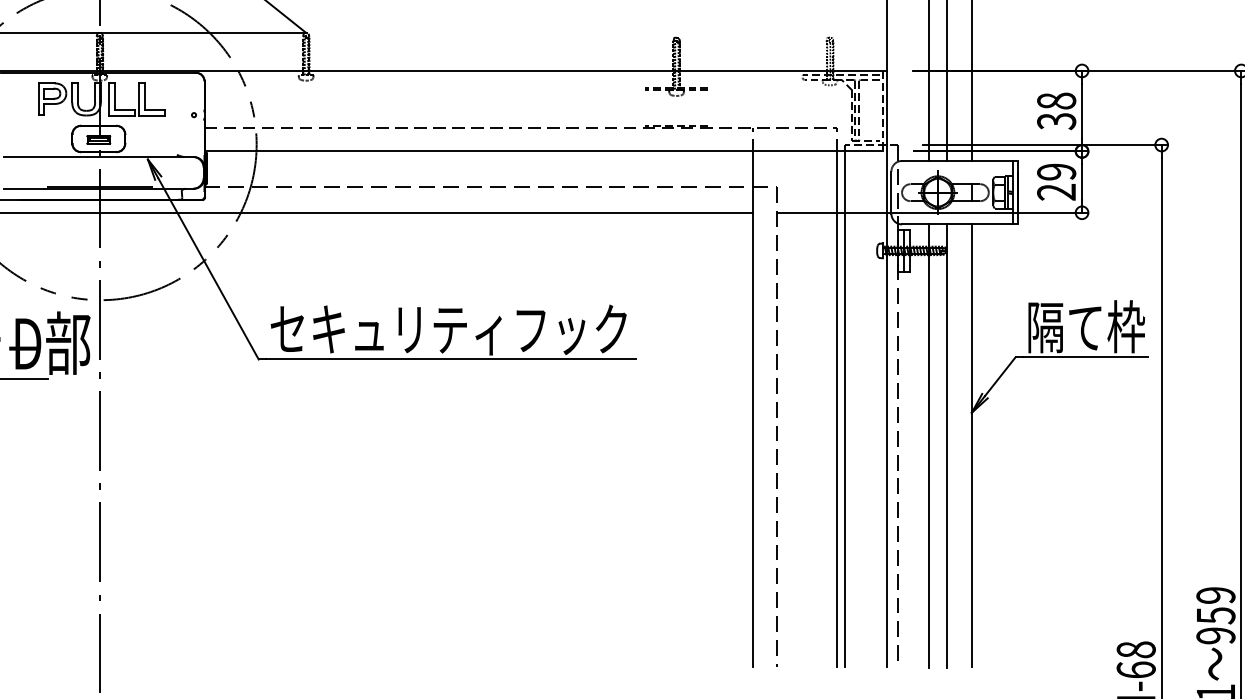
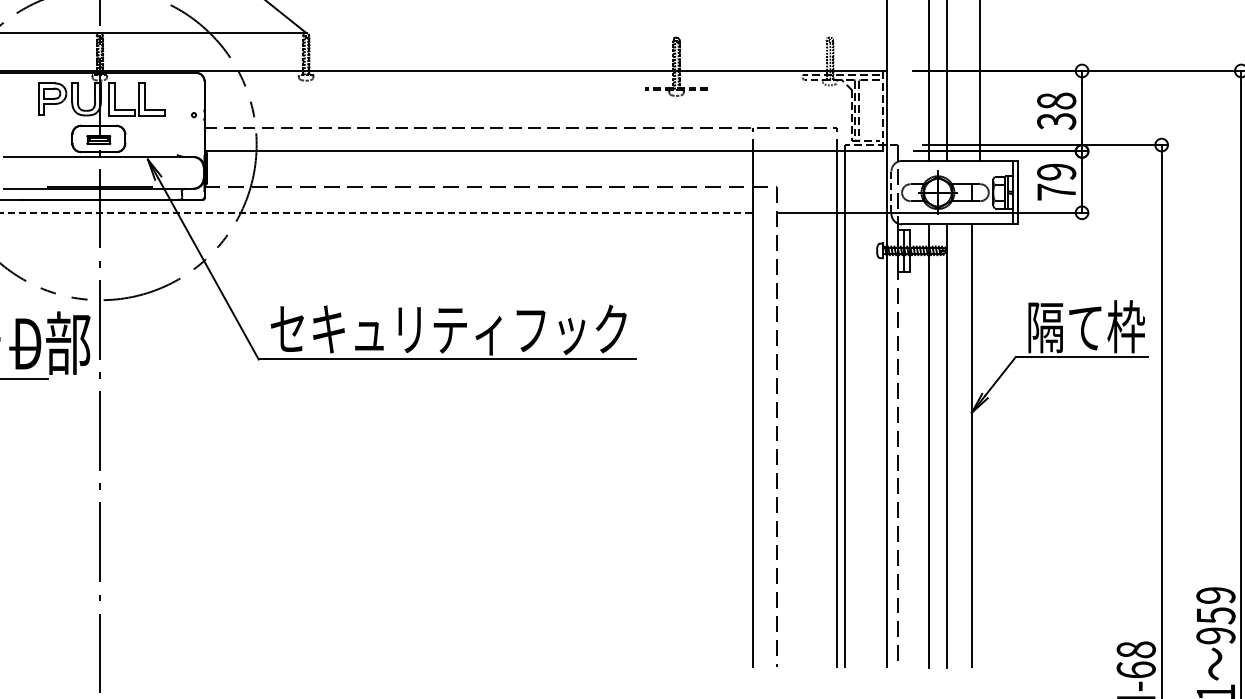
line at (971, 81) position: (971, 81) -> (979, 81)
line at (676, 125): present -> none
text at (1056, 191): 29 -> 79
line at (891, 193): solid -> dashed
line at (377, 212): solid -> dashed
